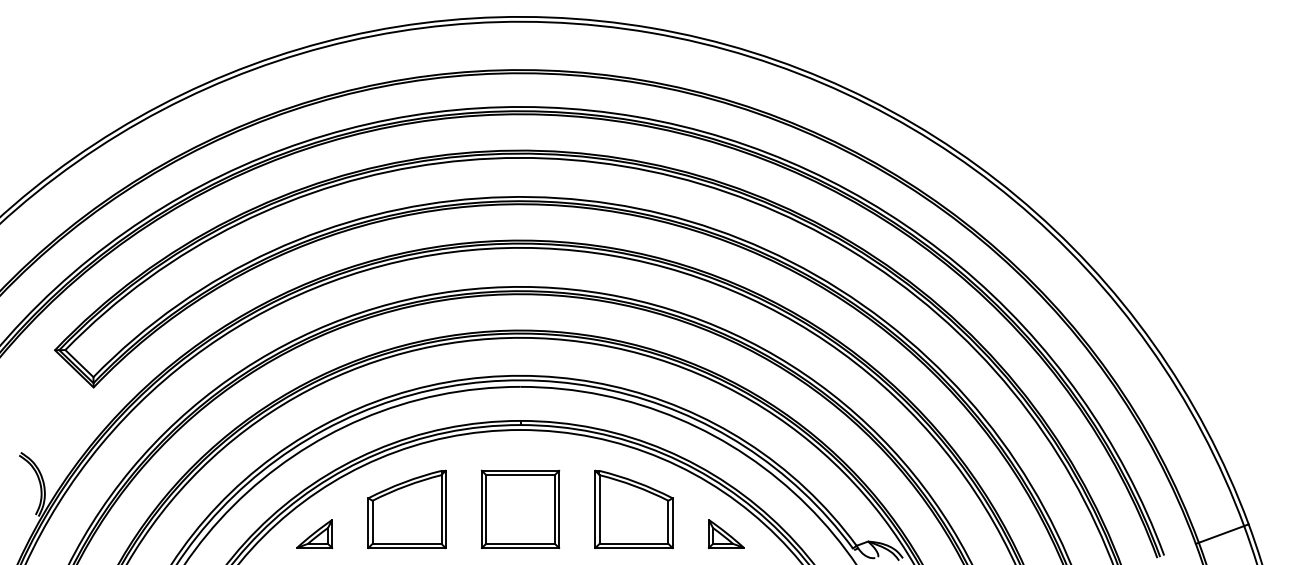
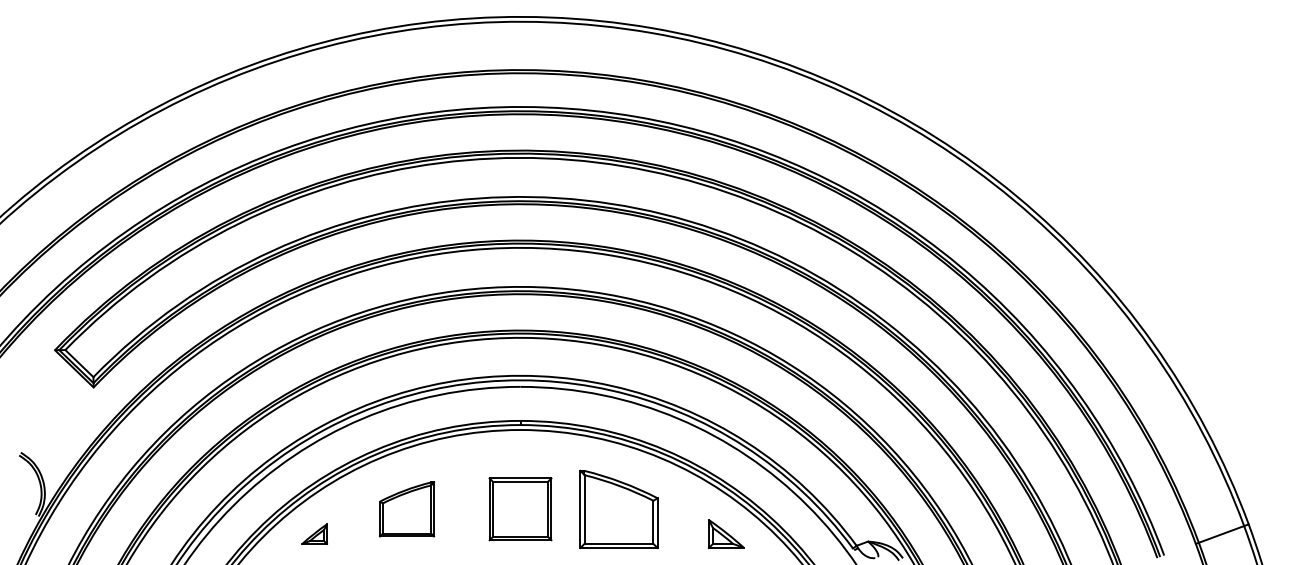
part at (520, 508) size: 81x80 px -> 65x65 px
part at (406, 509) size: 80x81 px -> 57x57 px
part at (633, 509) position: (633, 509) -> (618, 509)
part at (314, 534) size: 38x31 px -> 27x22 px
